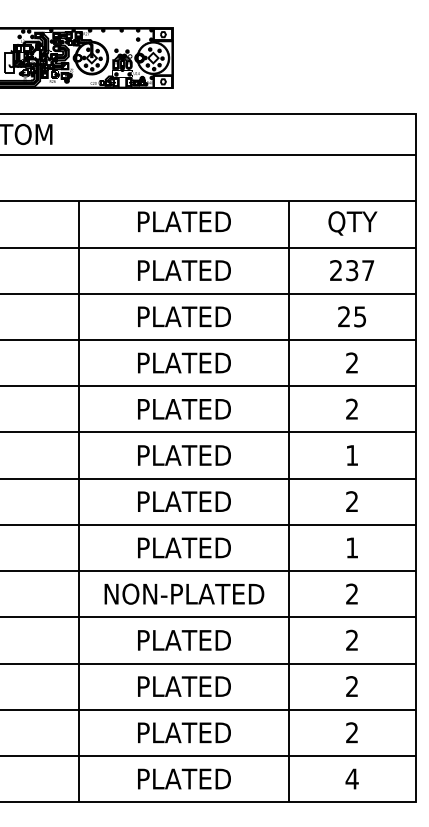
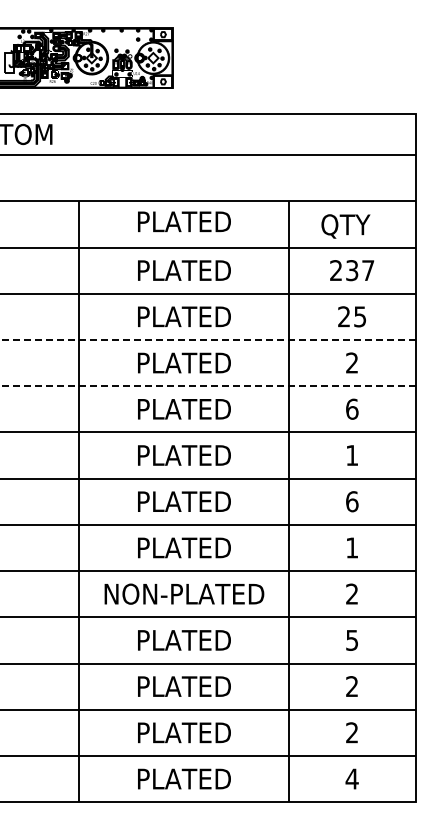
text at (352, 223) position: (352, 223) -> (345, 226)
line at (208, 339): solid -> dashed
line at (208, 386): solid -> dashed
text at (352, 408): 2 -> 6
text at (352, 501): 2 -> 6
text at (351, 639): 2 -> 5
